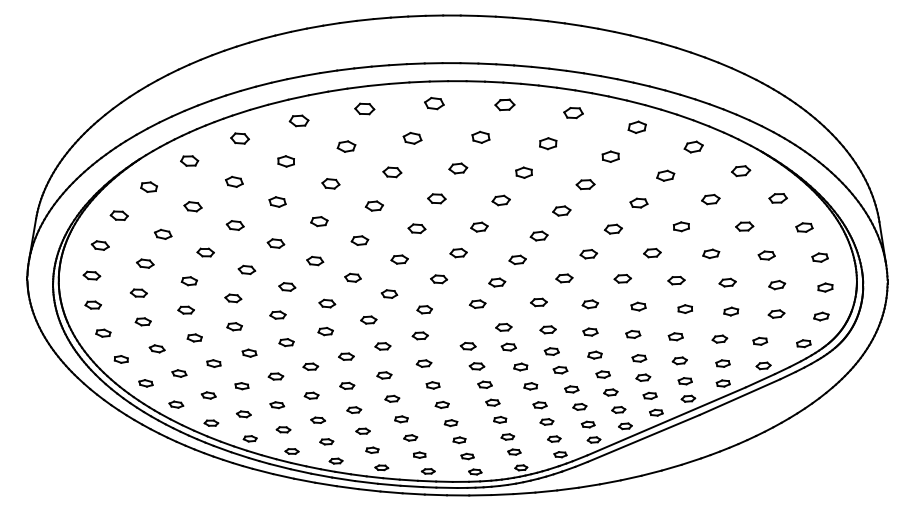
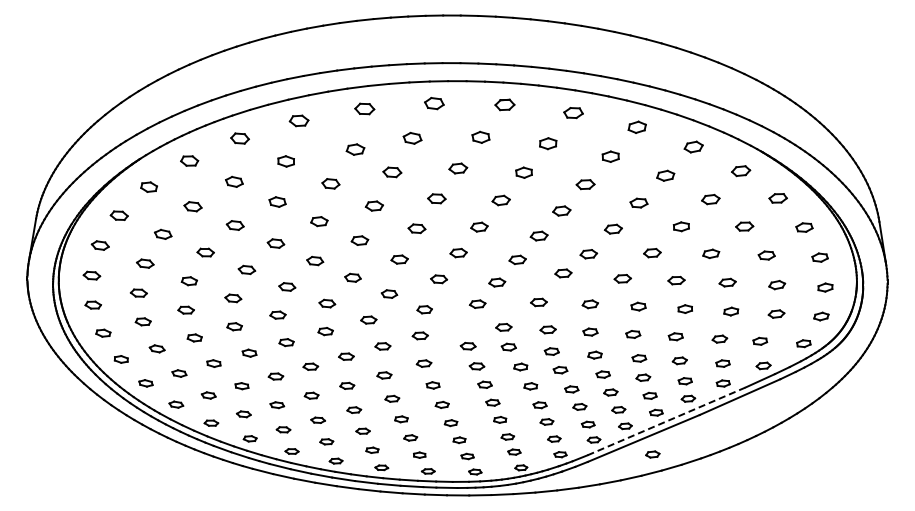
part at (346, 146) position: (346, 146) -> (355, 149)
part at (564, 278) position: (564, 278) -> (563, 273)
line at (667, 421): solid -> dashed
part at (652, 454): none -> present
